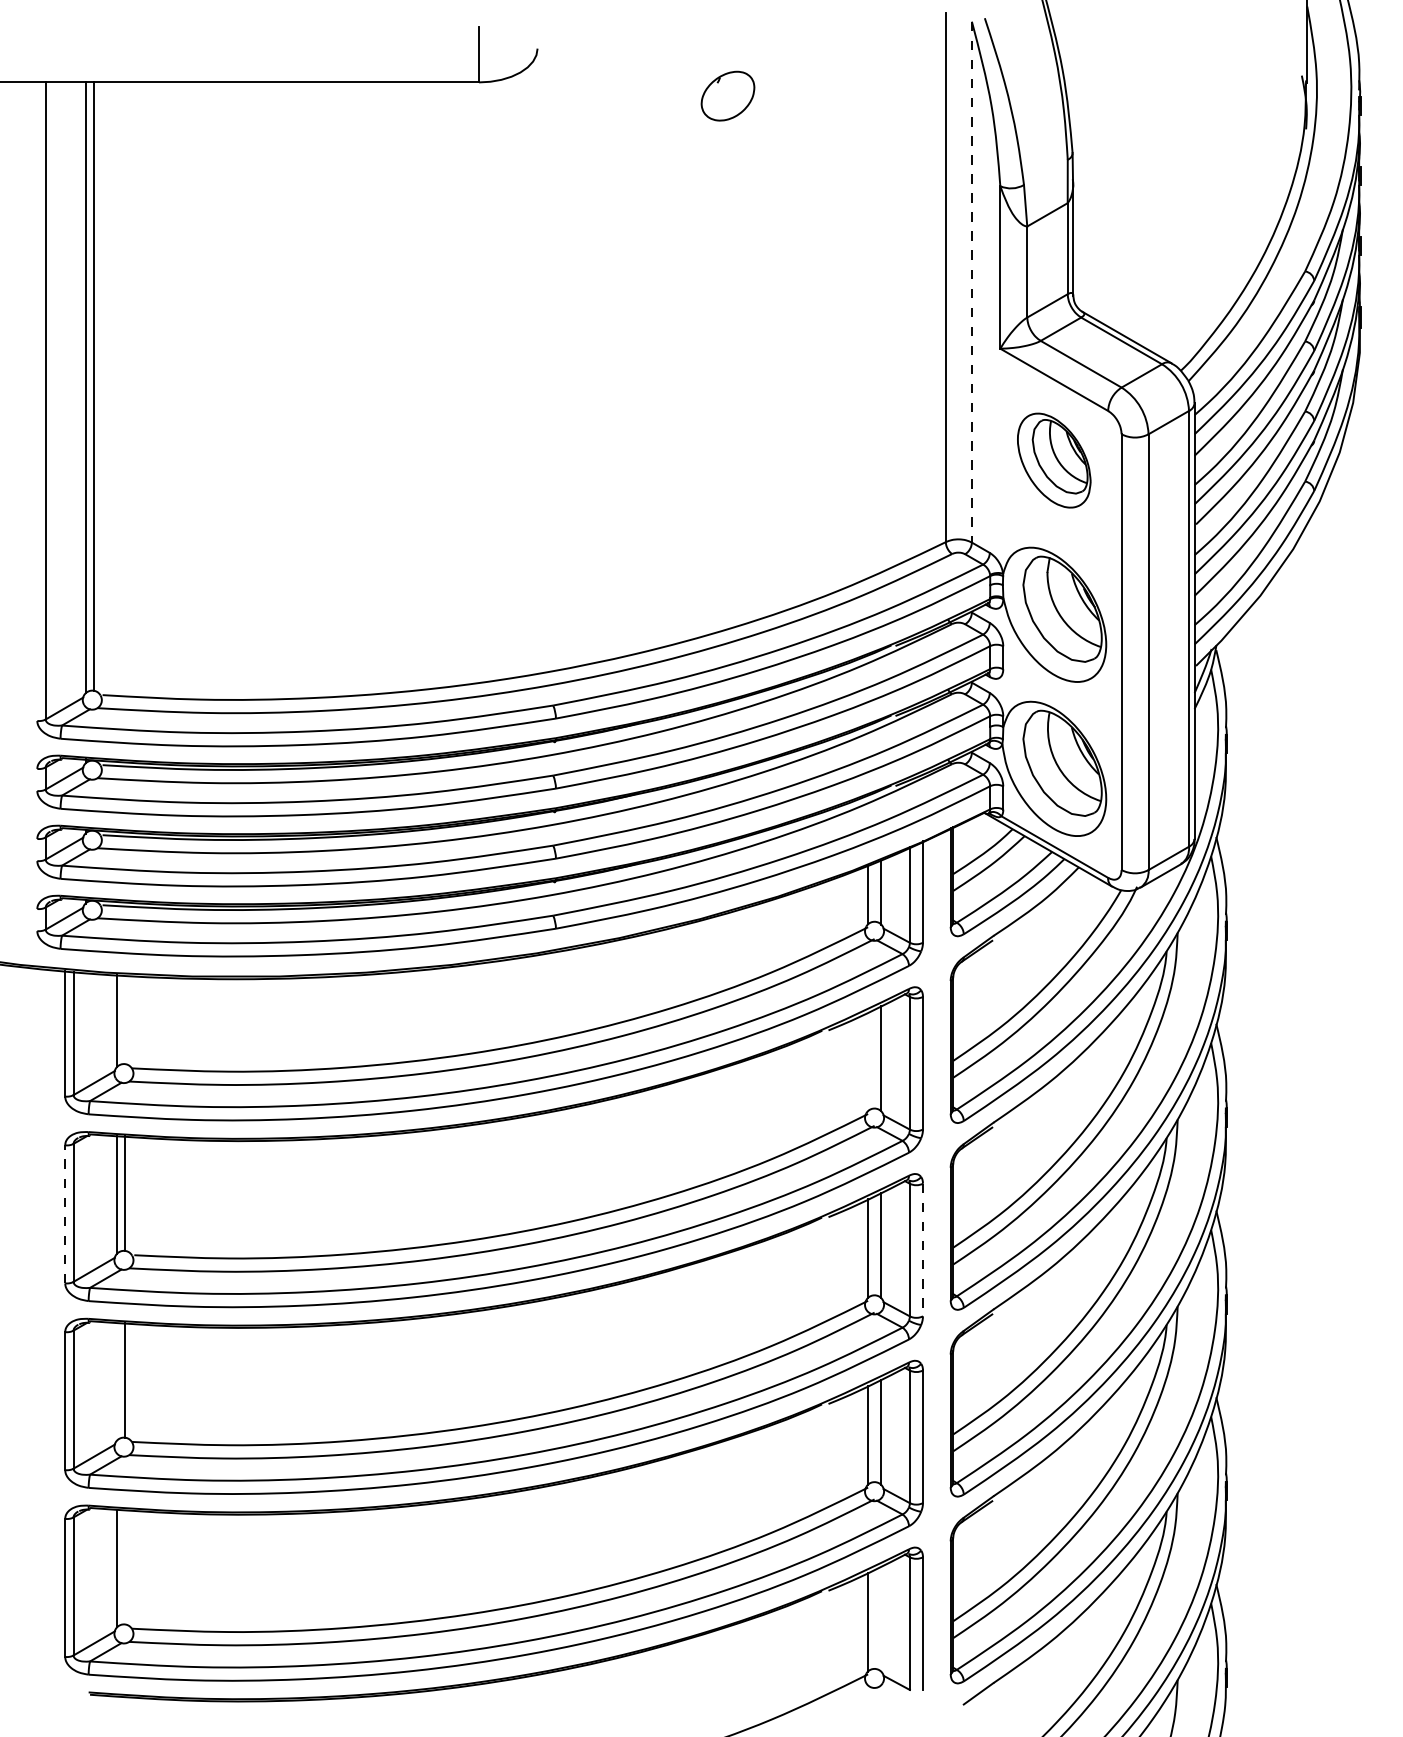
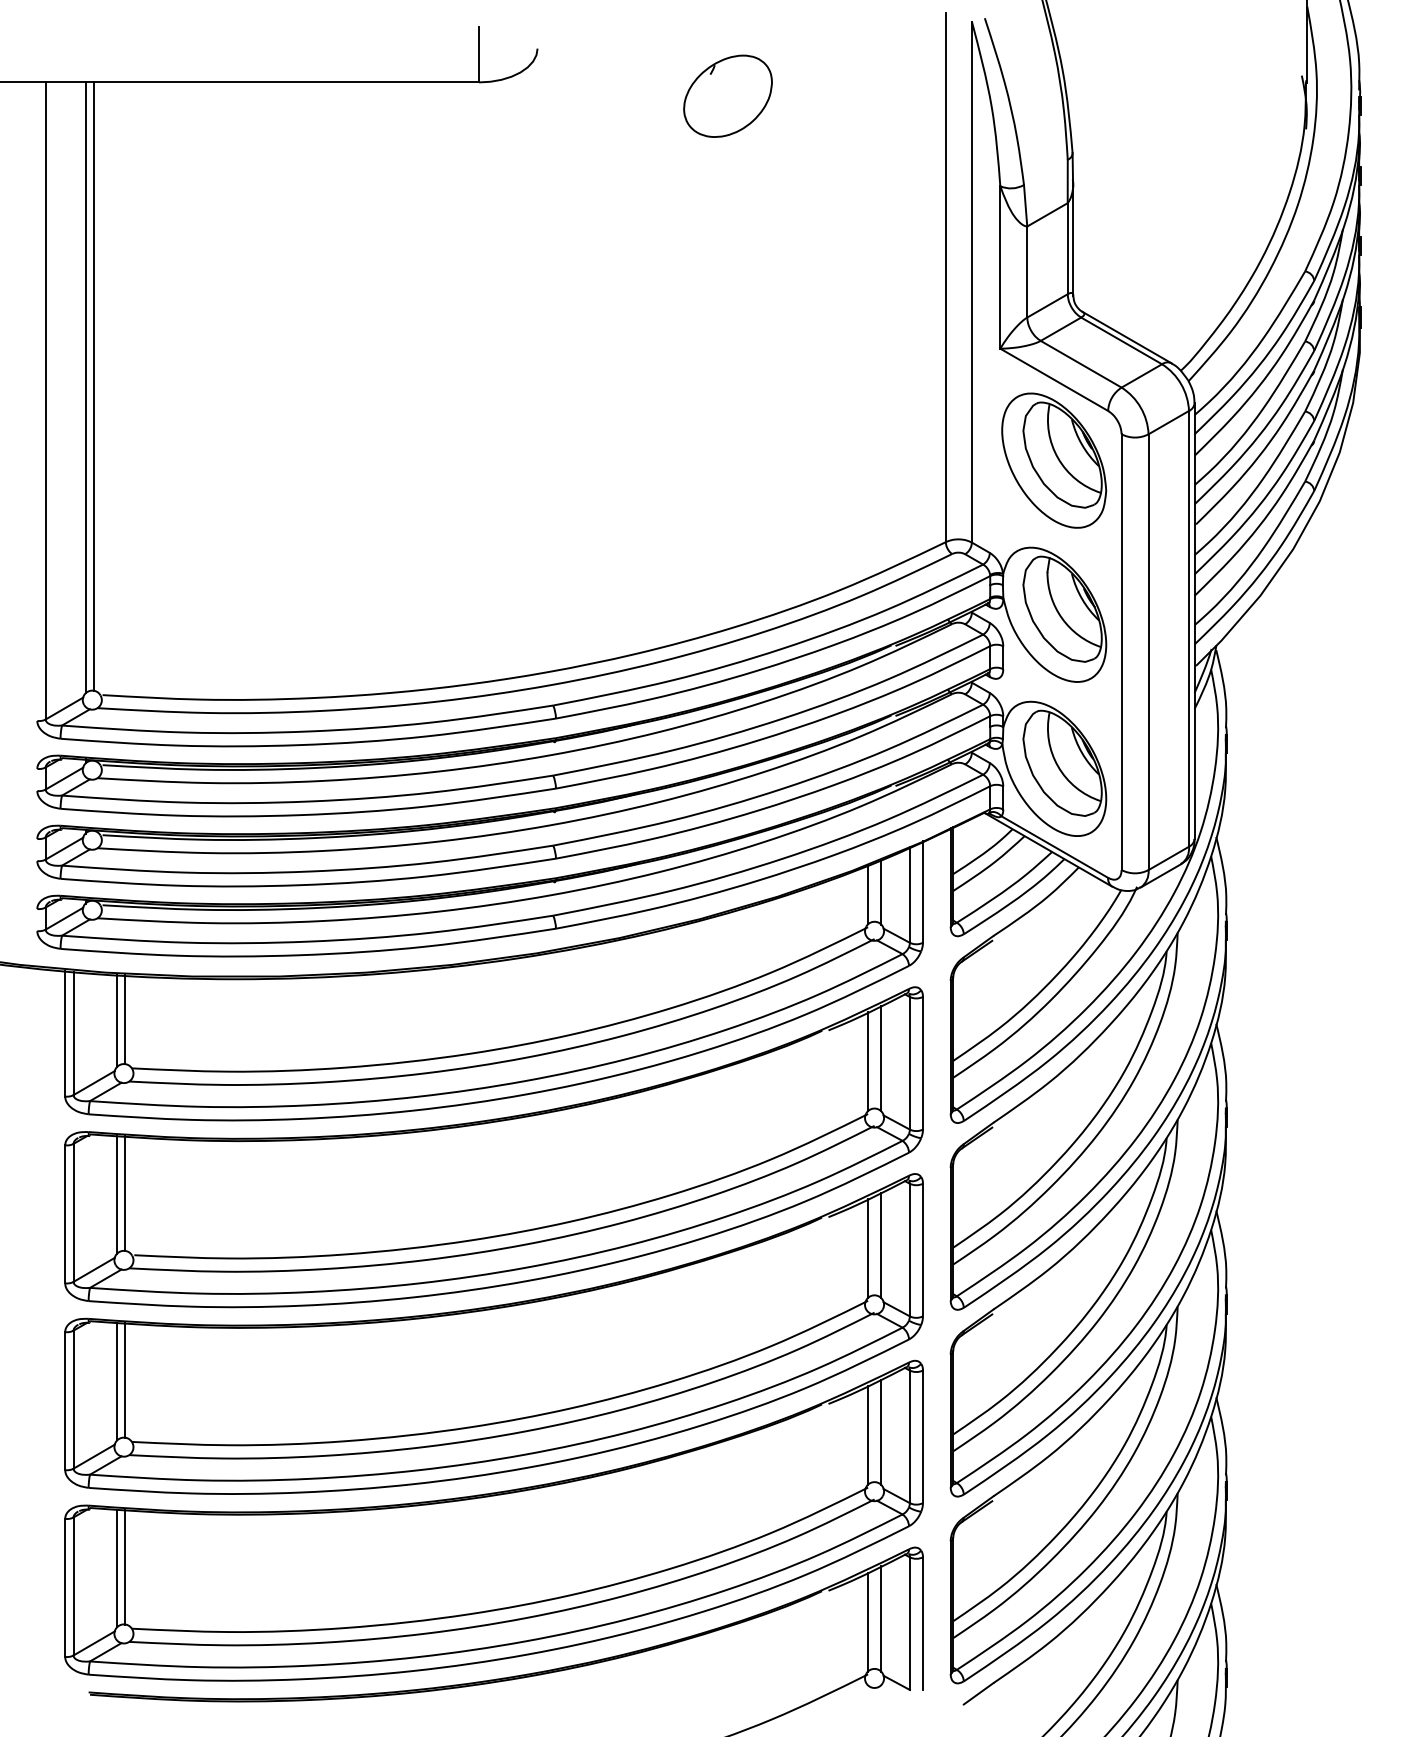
part at (727, 95) size: 56x52 px -> 90x84 px
line at (971, 282): dashed -> solid
part at (1054, 460) size: 75x97 px -> 107x137 px
line at (125, 1019): none -> present
line at (868, 1061): none -> present
line at (65, 1213): dashed -> solid
line at (923, 1250): dashed -> solid
line at (117, 1381): none -> present
line at (125, 1566): none -> present
line at (881, 1618): none -> present
